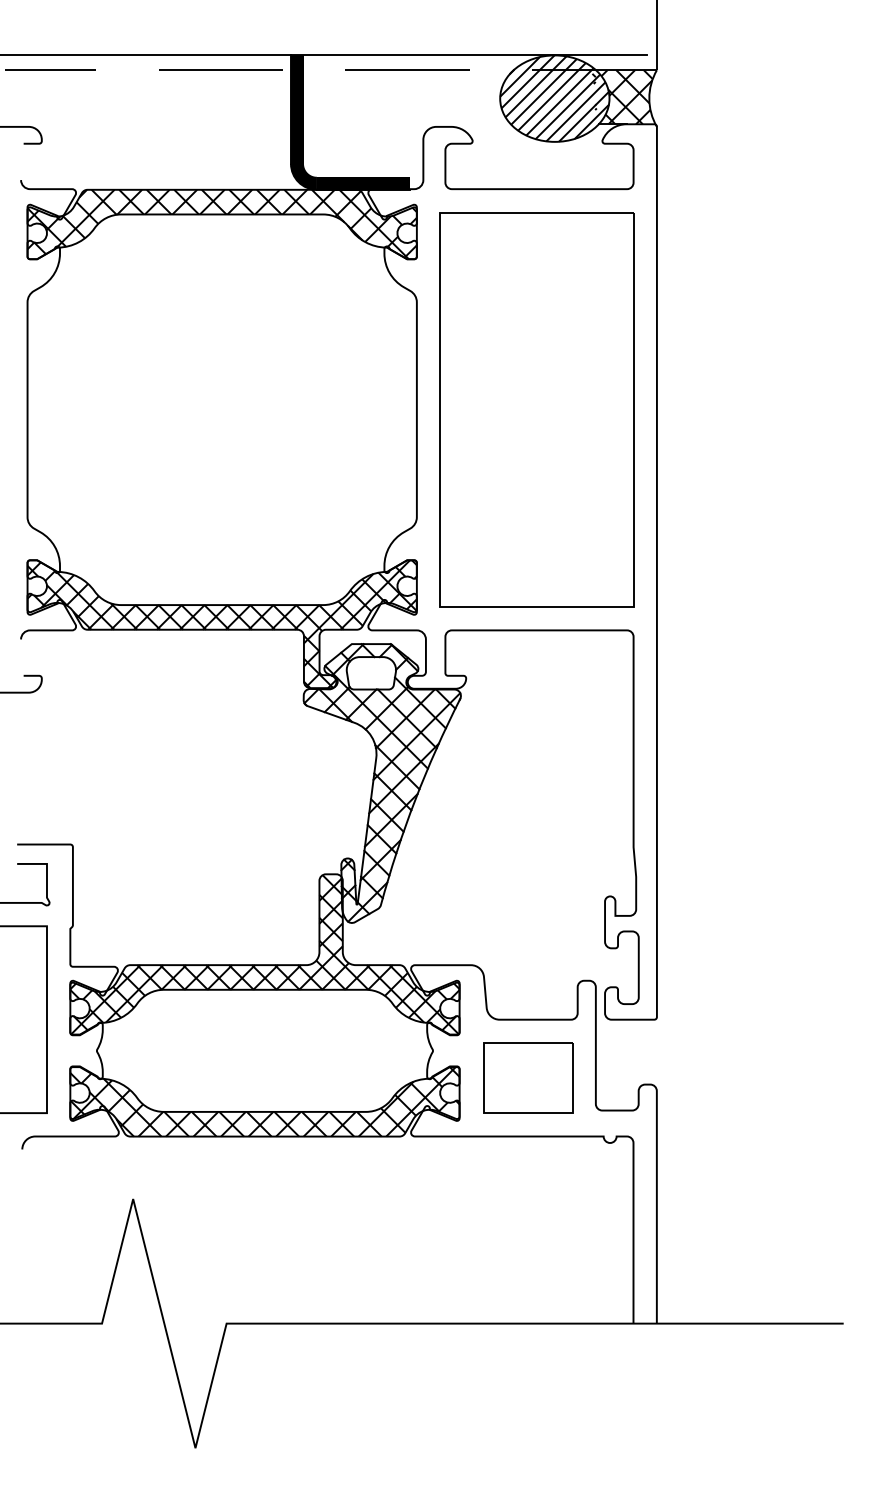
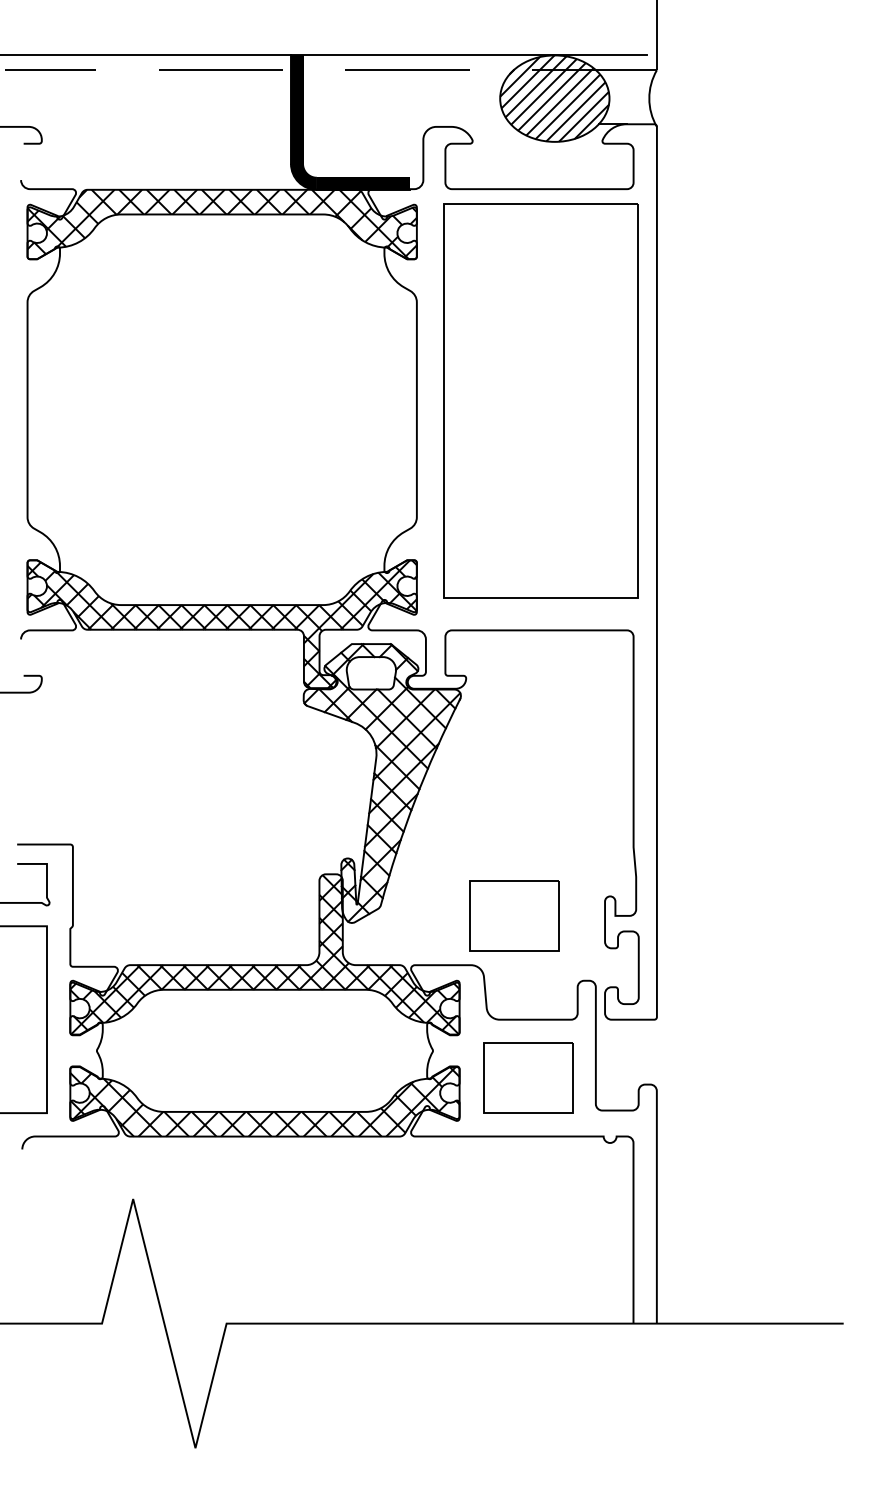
hatch at (622, 97): present -> none
part at (536, 409) position: (536, 409) -> (540, 400)
part at (514, 915): none -> present
